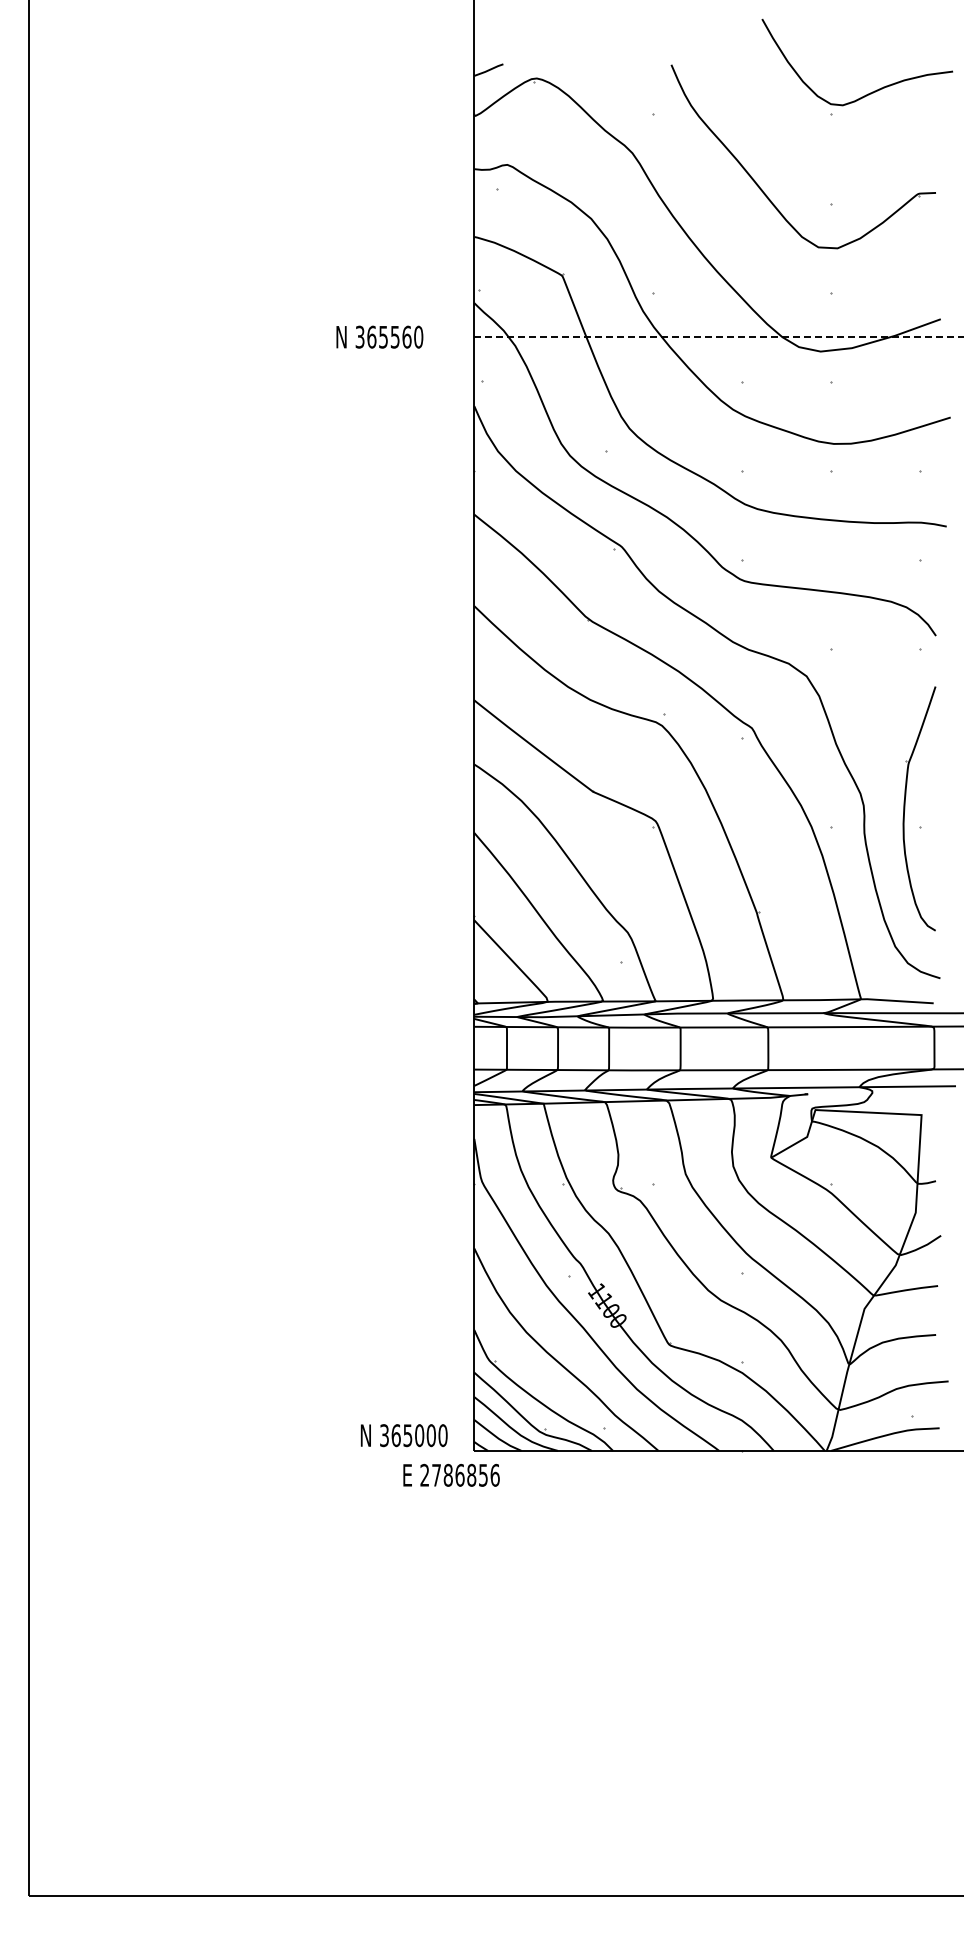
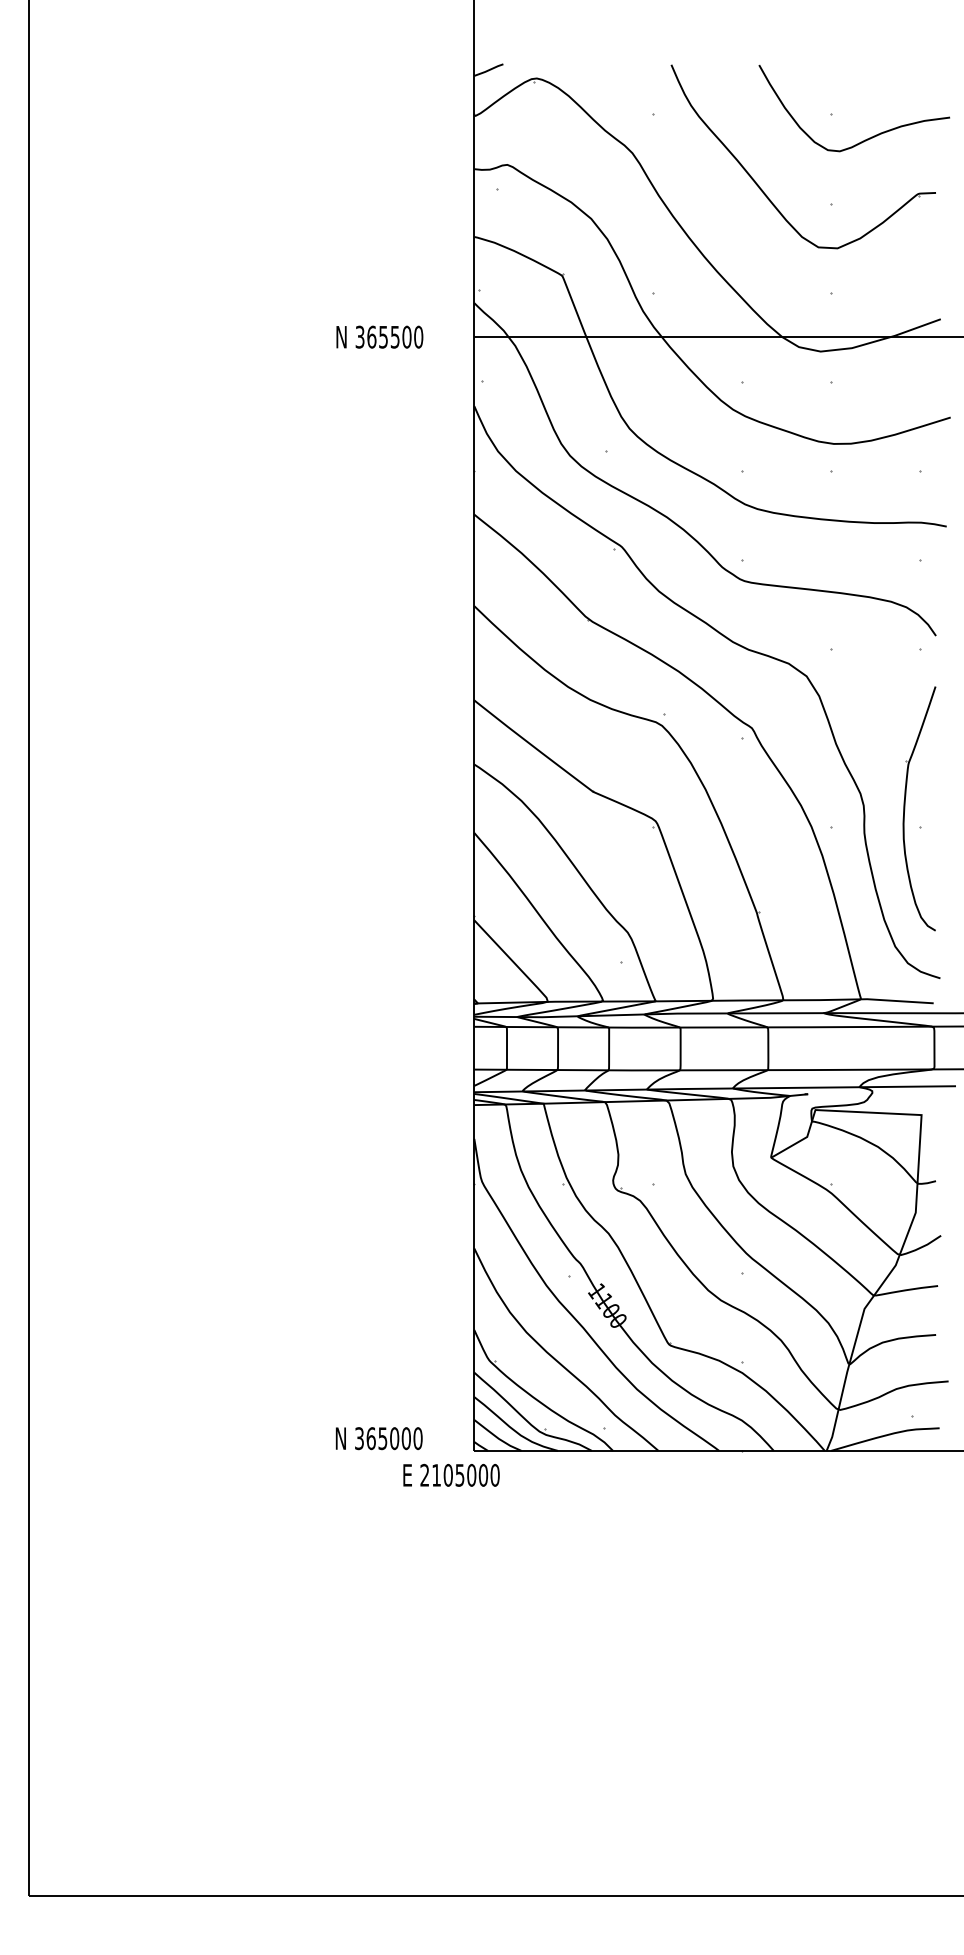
curve at (870, 92) position: (870, 92) -> (867, 138)
text at (406, 336): 365560 -> 365500
line at (719, 337): dashed -> solid
text at (403, 1435) position: (403, 1435) -> (378, 1438)
text at (465, 1474): 2786856 -> 2105000
